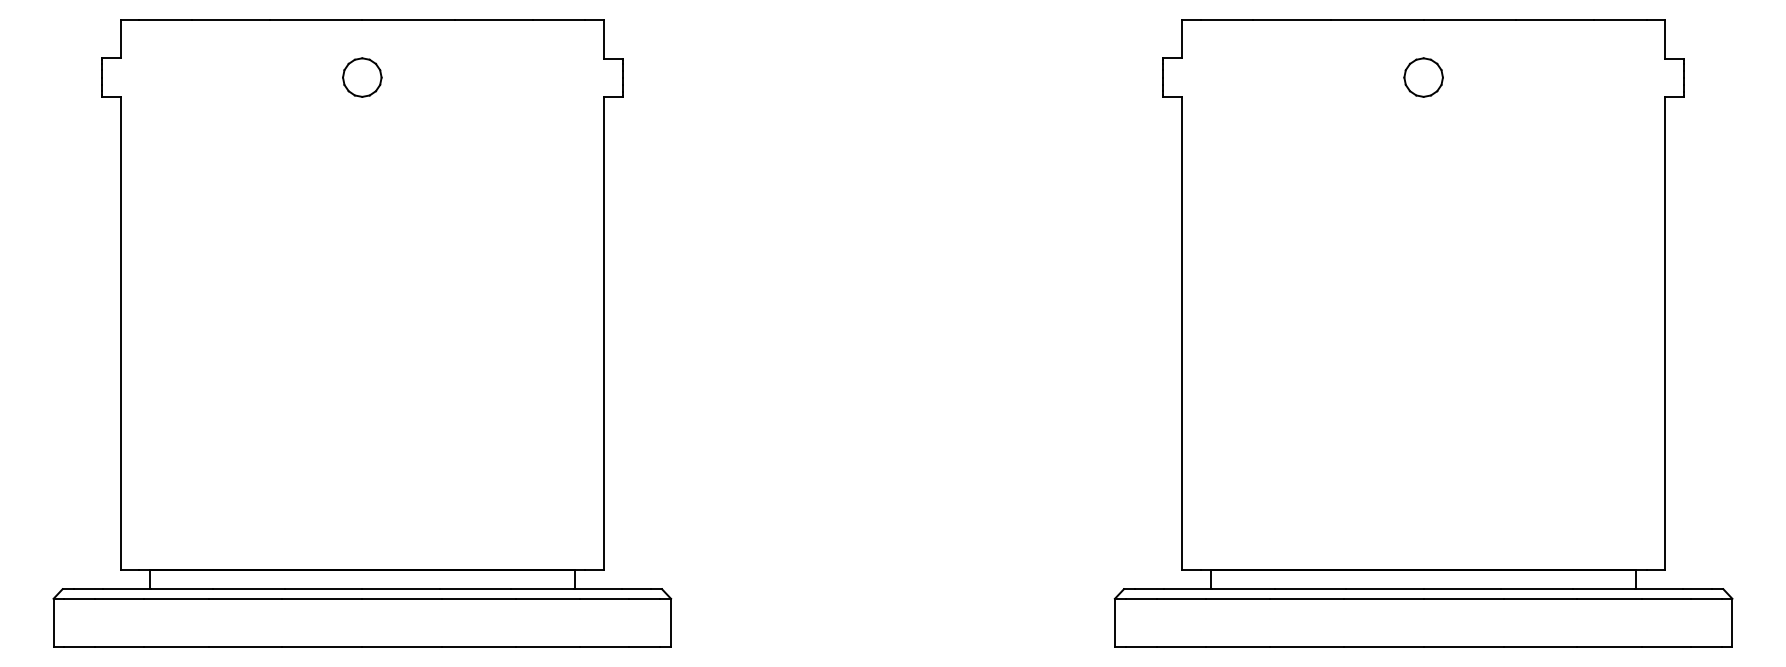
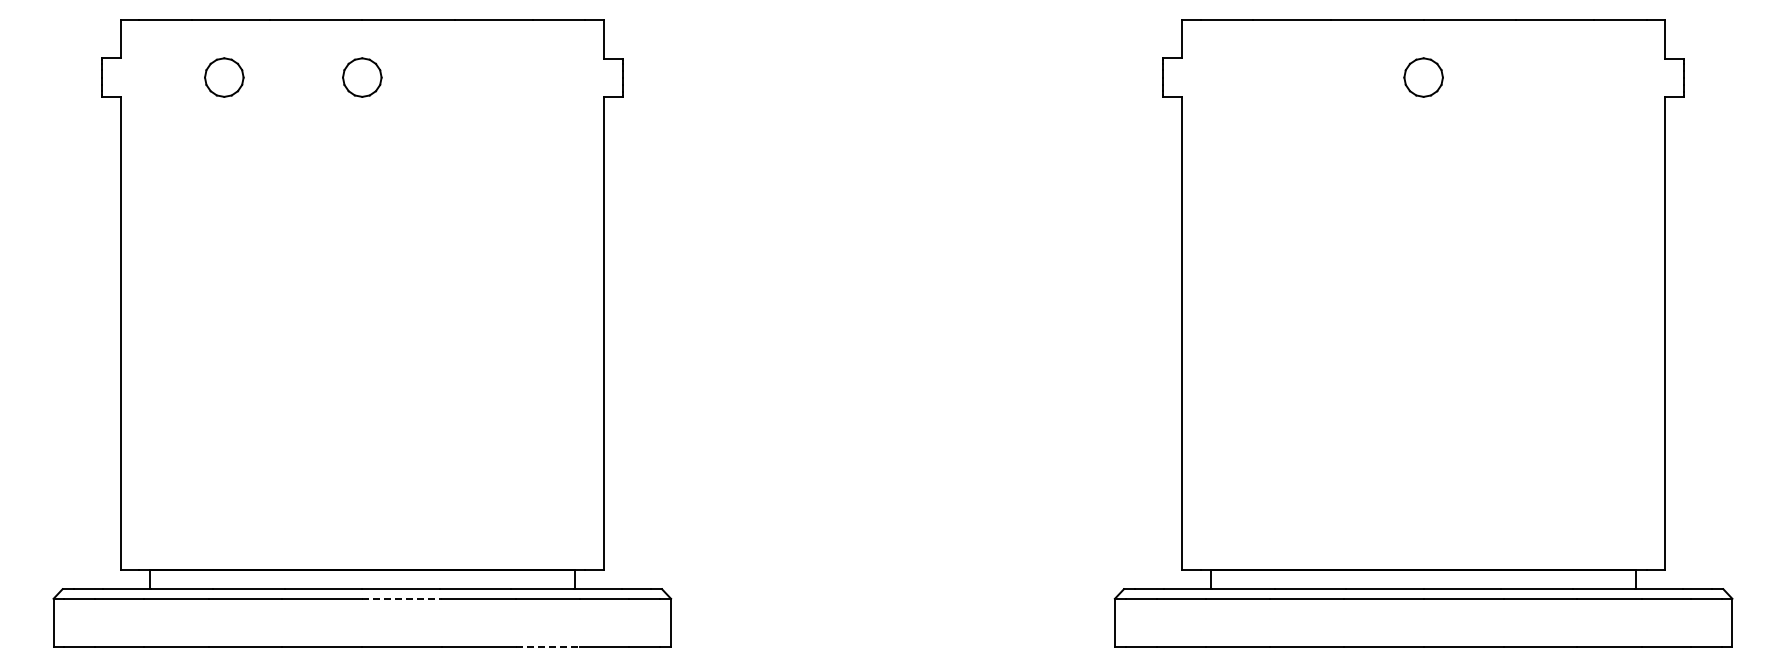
part at (224, 77): none -> present
line at (402, 598): solid -> dashed
line at (548, 647): solid -> dashed
